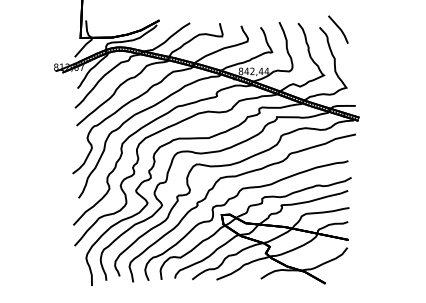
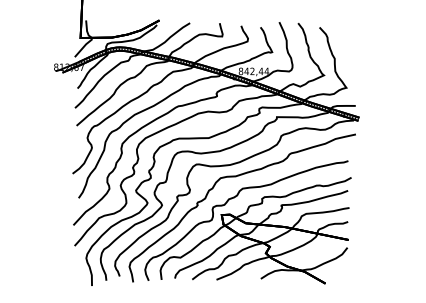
line at (338, 28): present -> none
